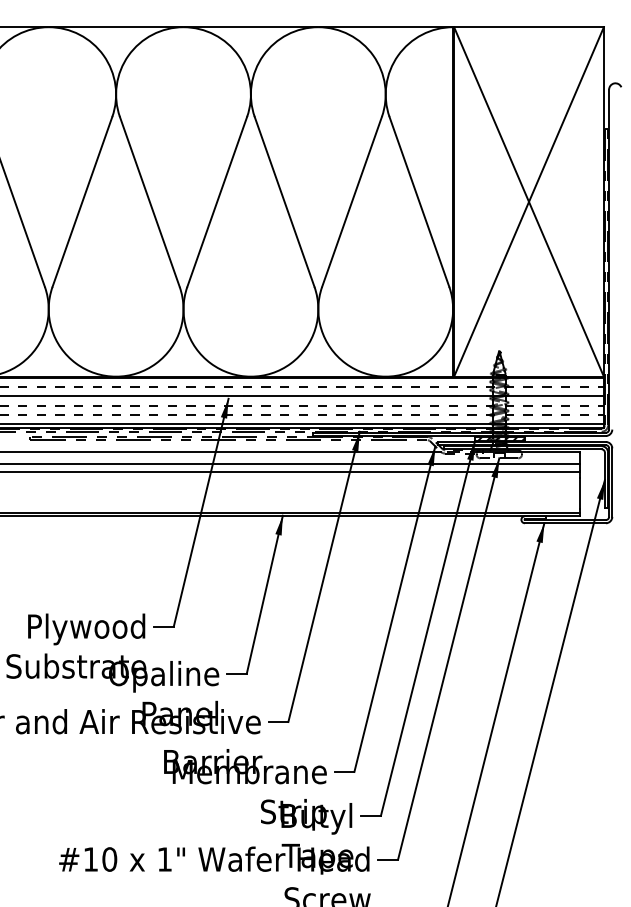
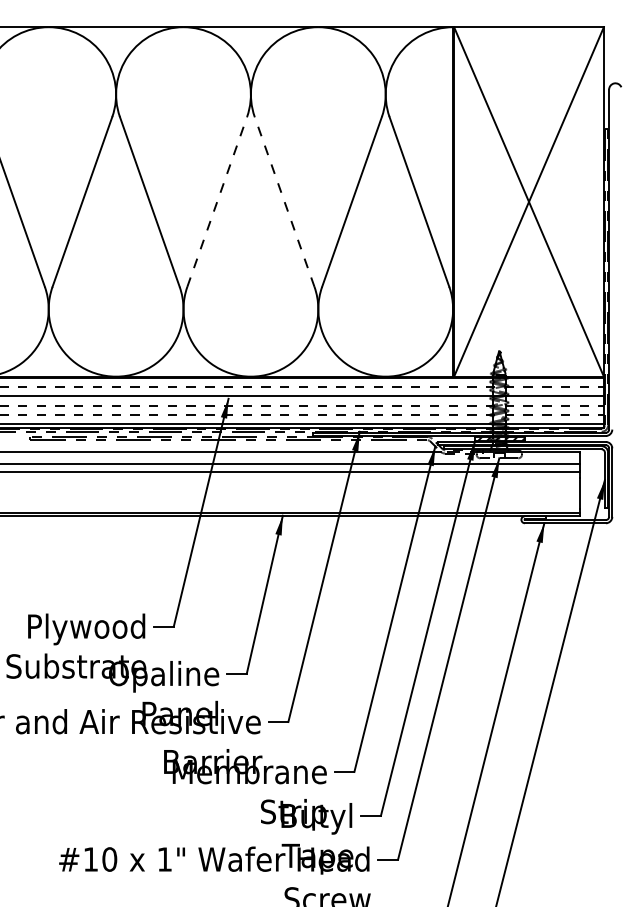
line at (217, 201): solid -> dashed
line at (284, 201): solid -> dashed
